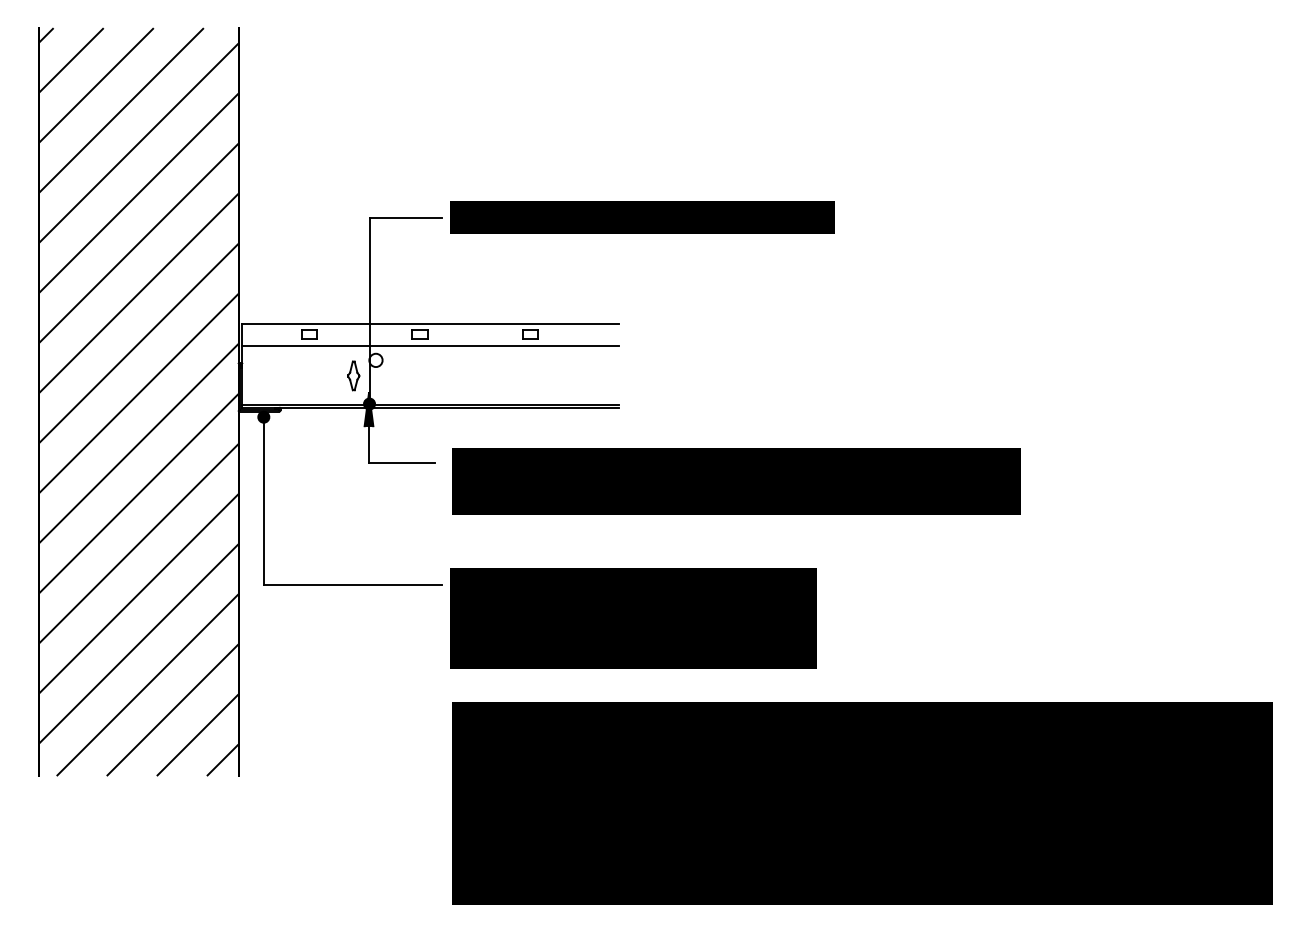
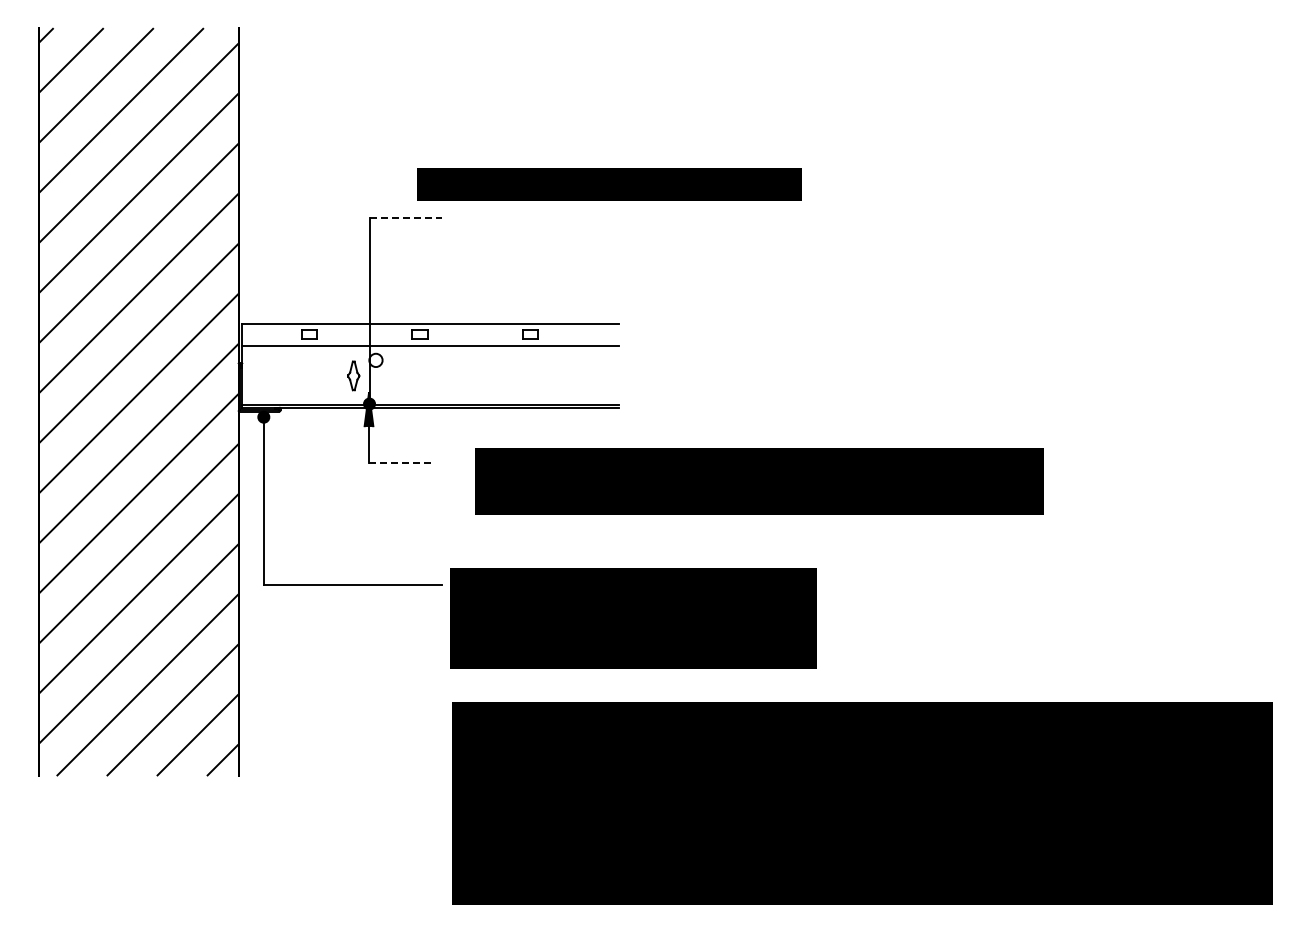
line at (406, 217): solid -> dashed
text at (642, 217) position: (642, 217) -> (609, 184)
line at (402, 462): solid -> dashed
text at (736, 481) position: (736, 481) -> (759, 481)
